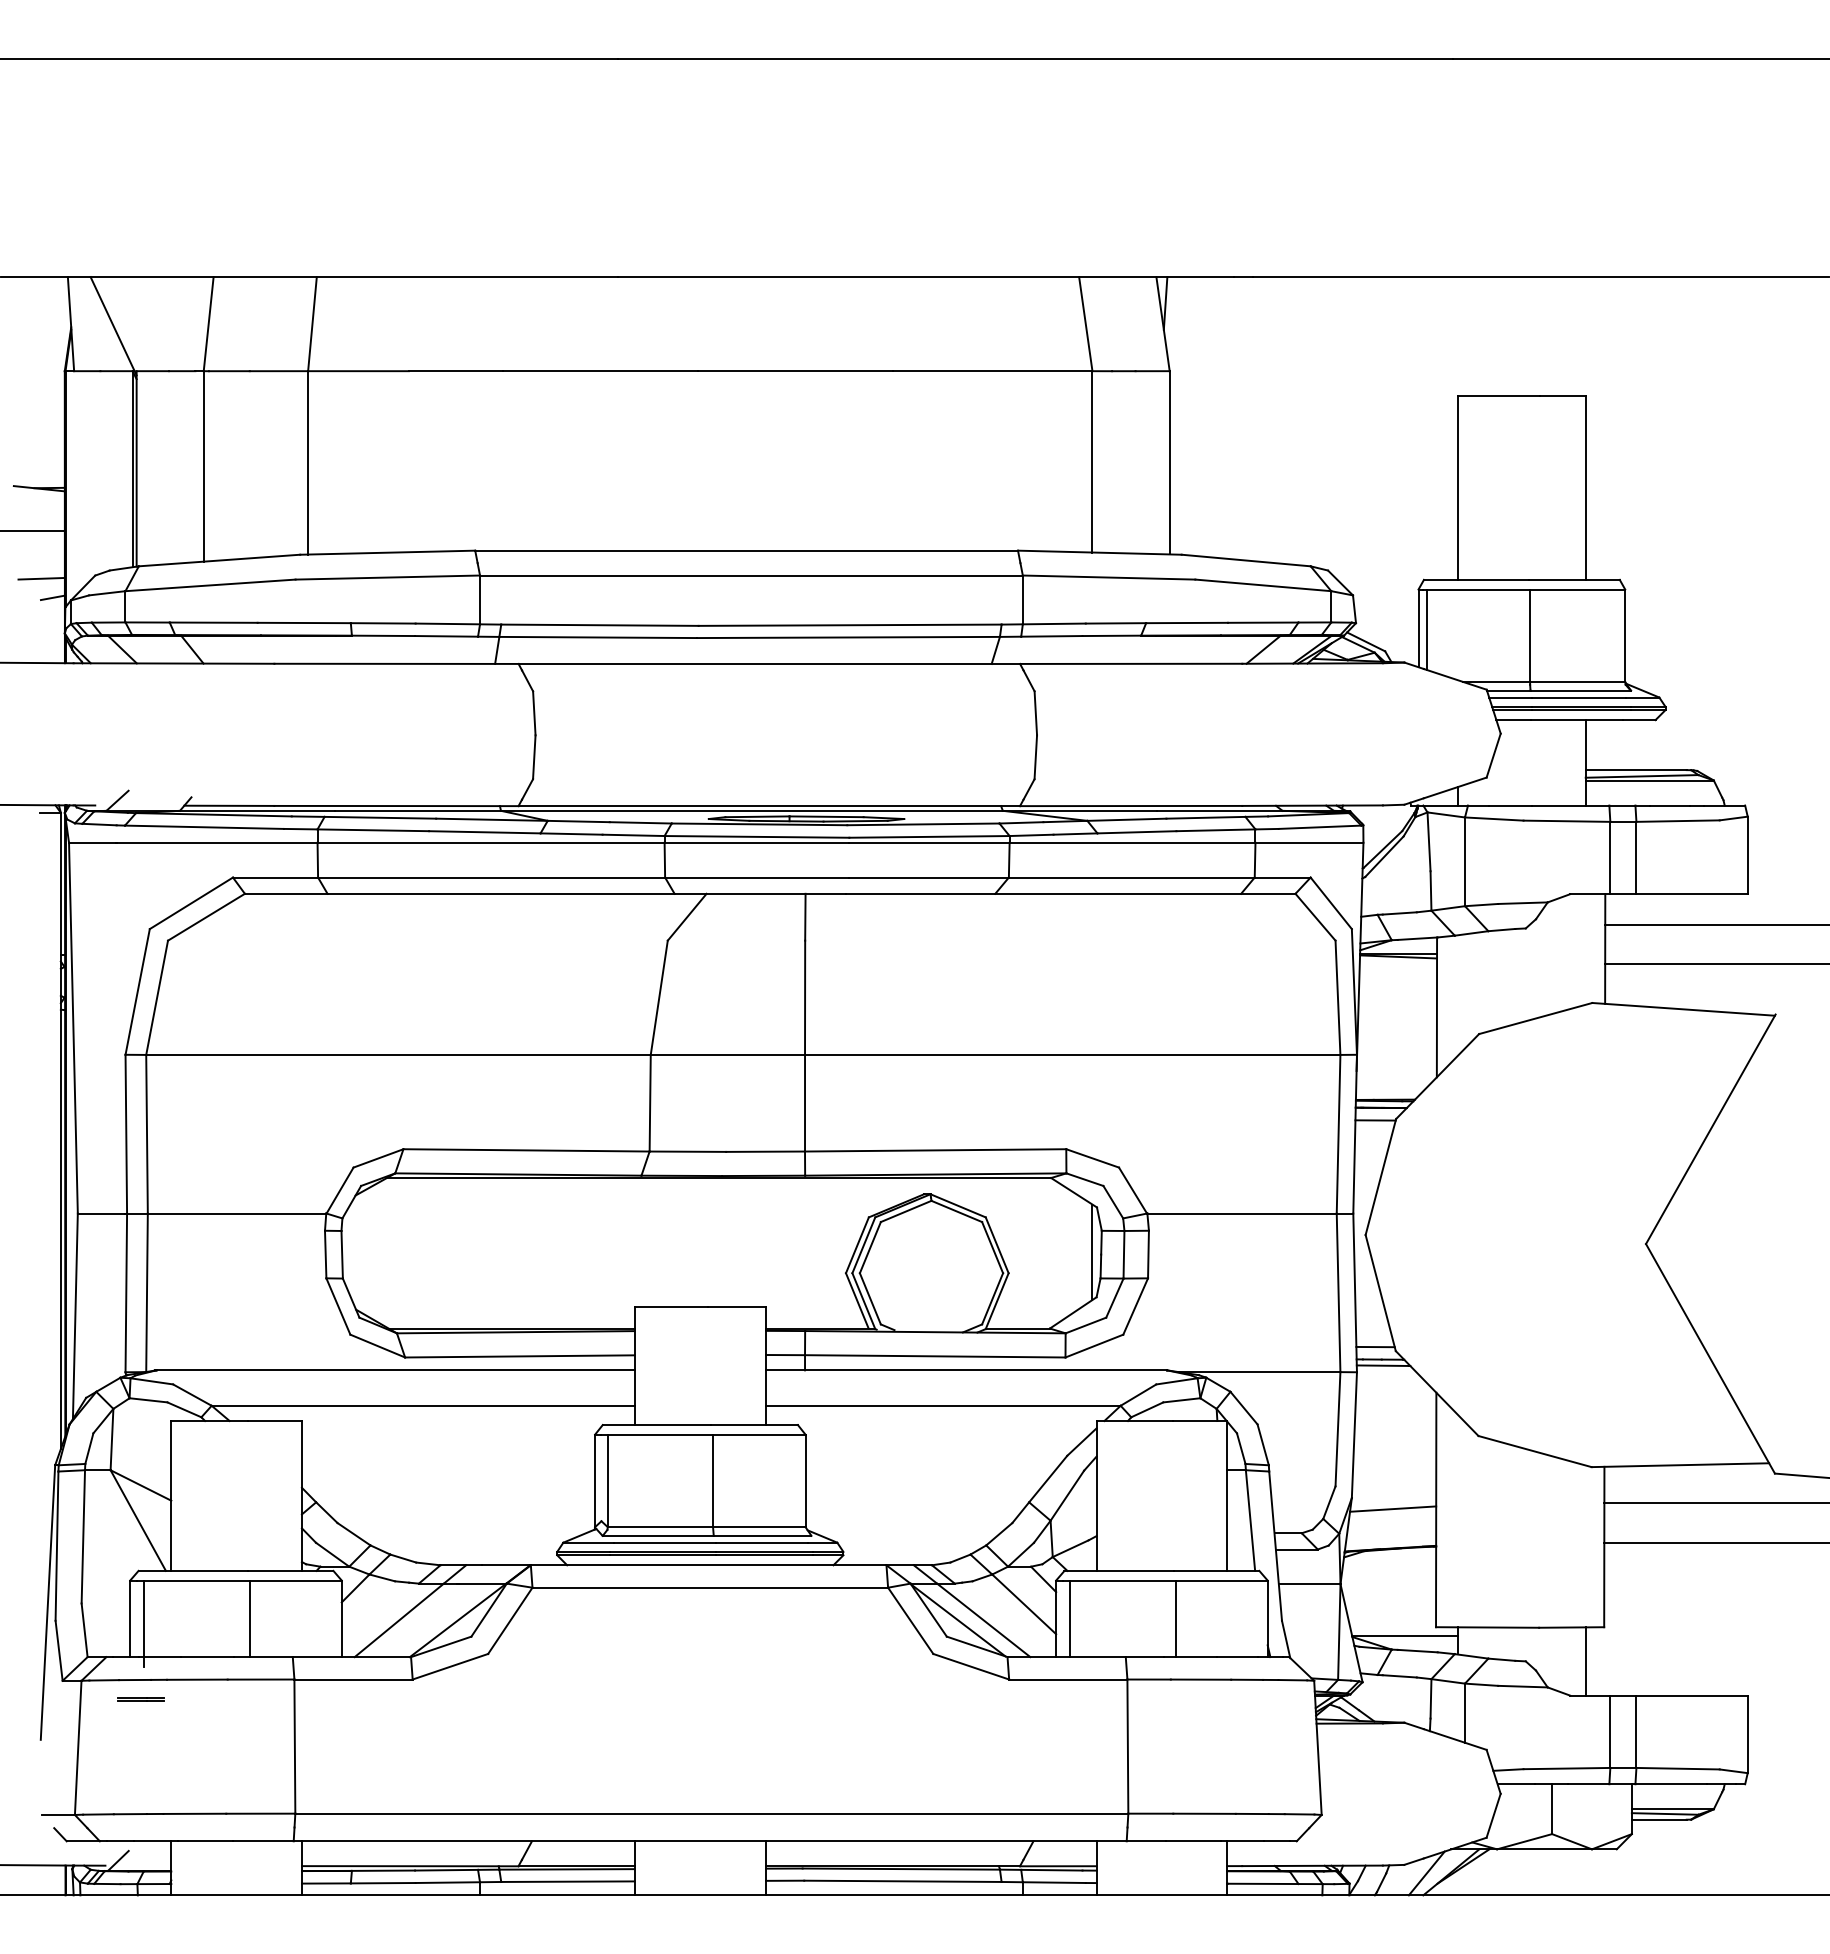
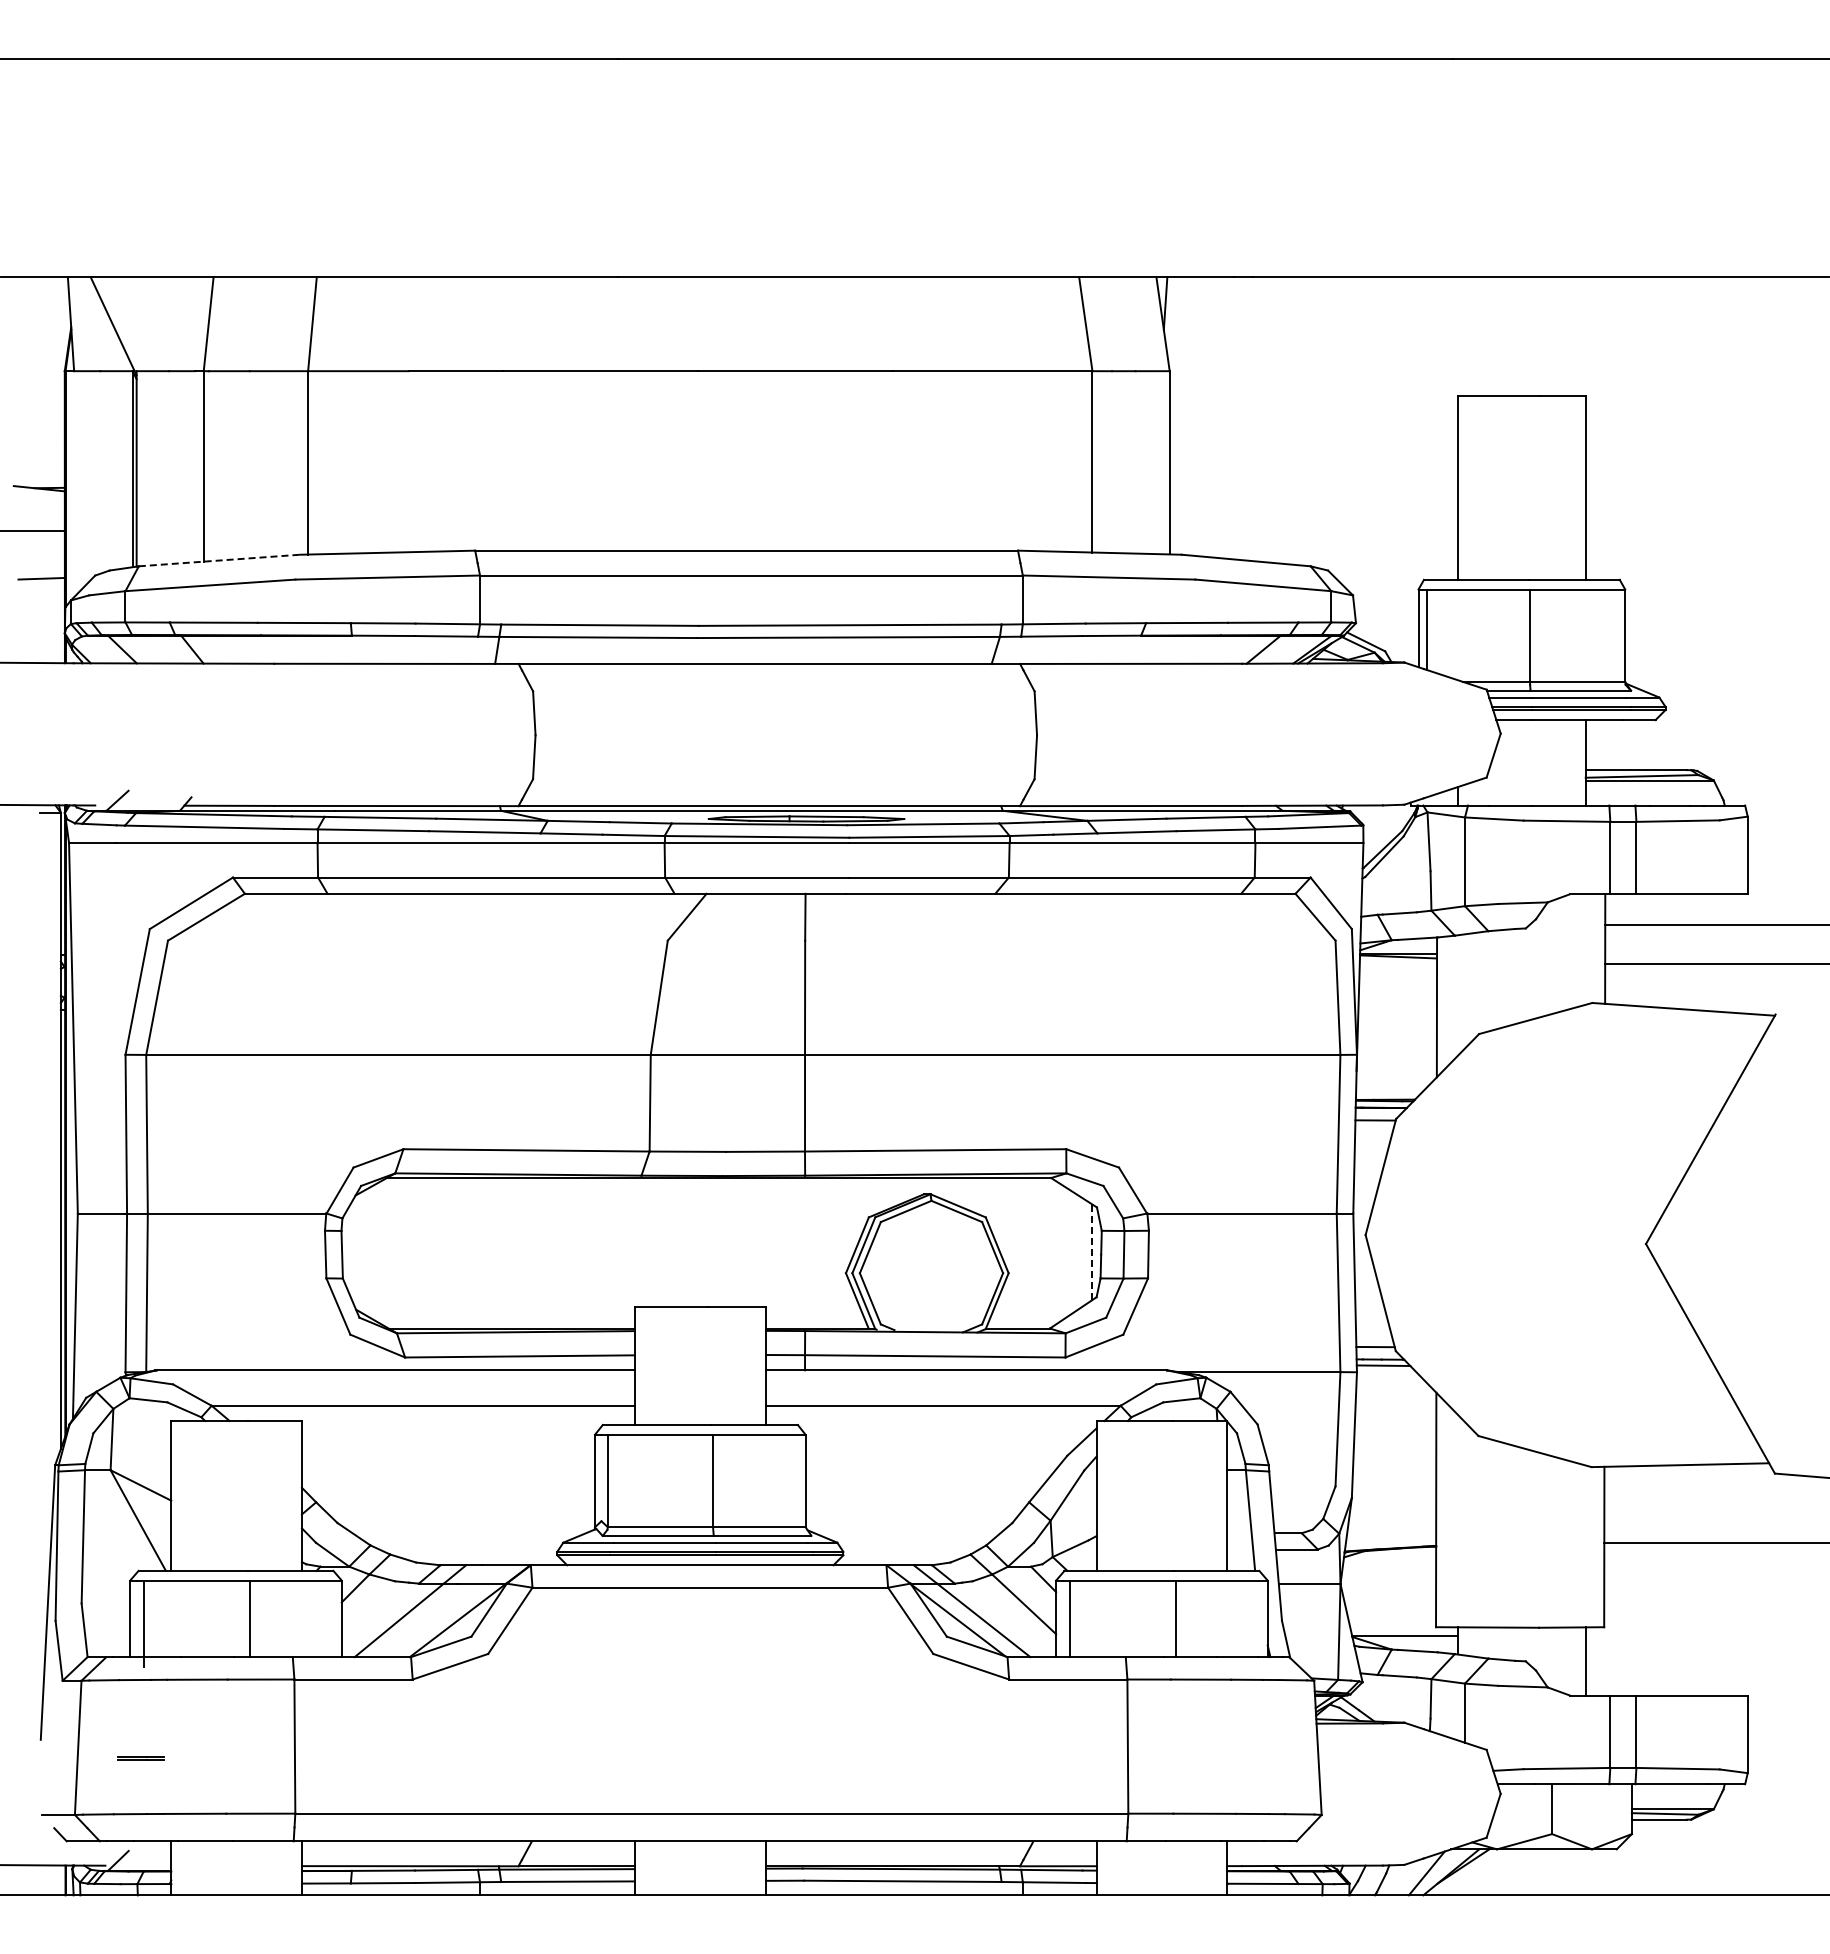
line at (219, 560): solid -> dashed
line at (52, 597): present -> none
line at (1092, 1252): solid -> dashed
line at (1715, 1502): present -> none
line at (1393, 1508): present -> none
line at (140, 1698) position: (140, 1698) -> (140, 1757)
